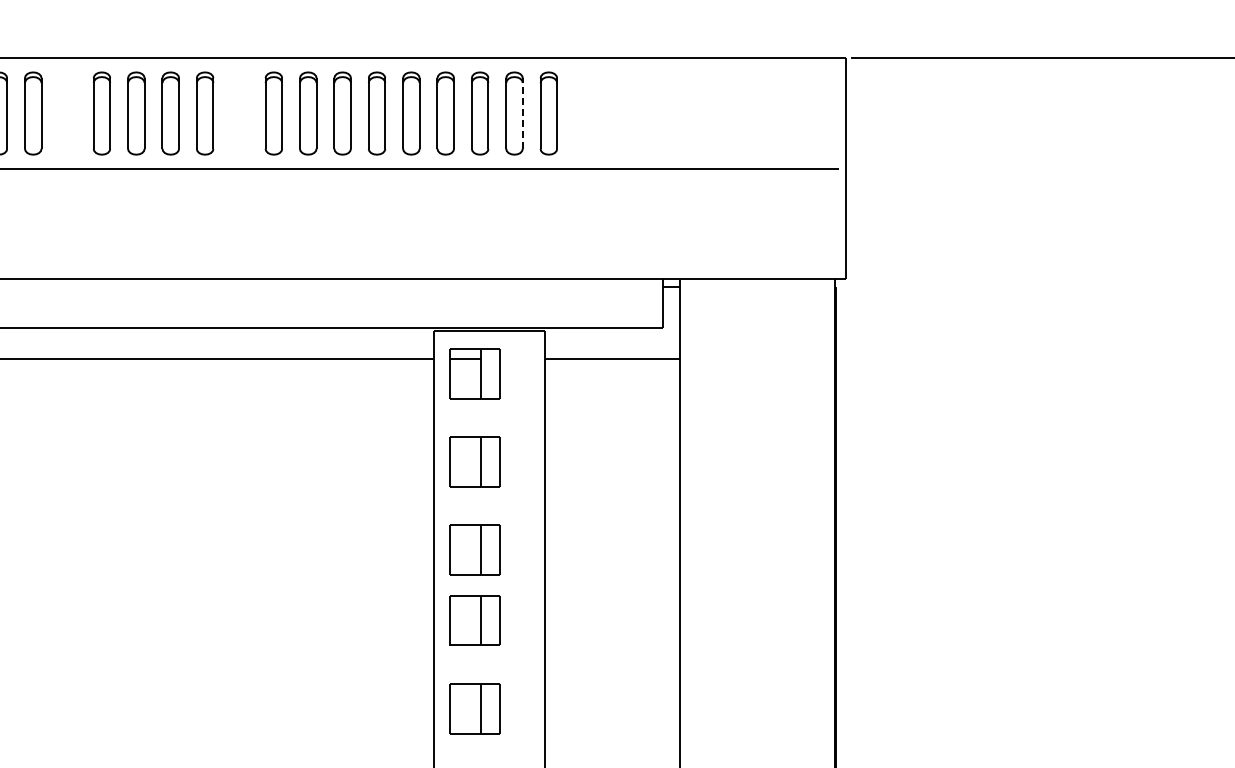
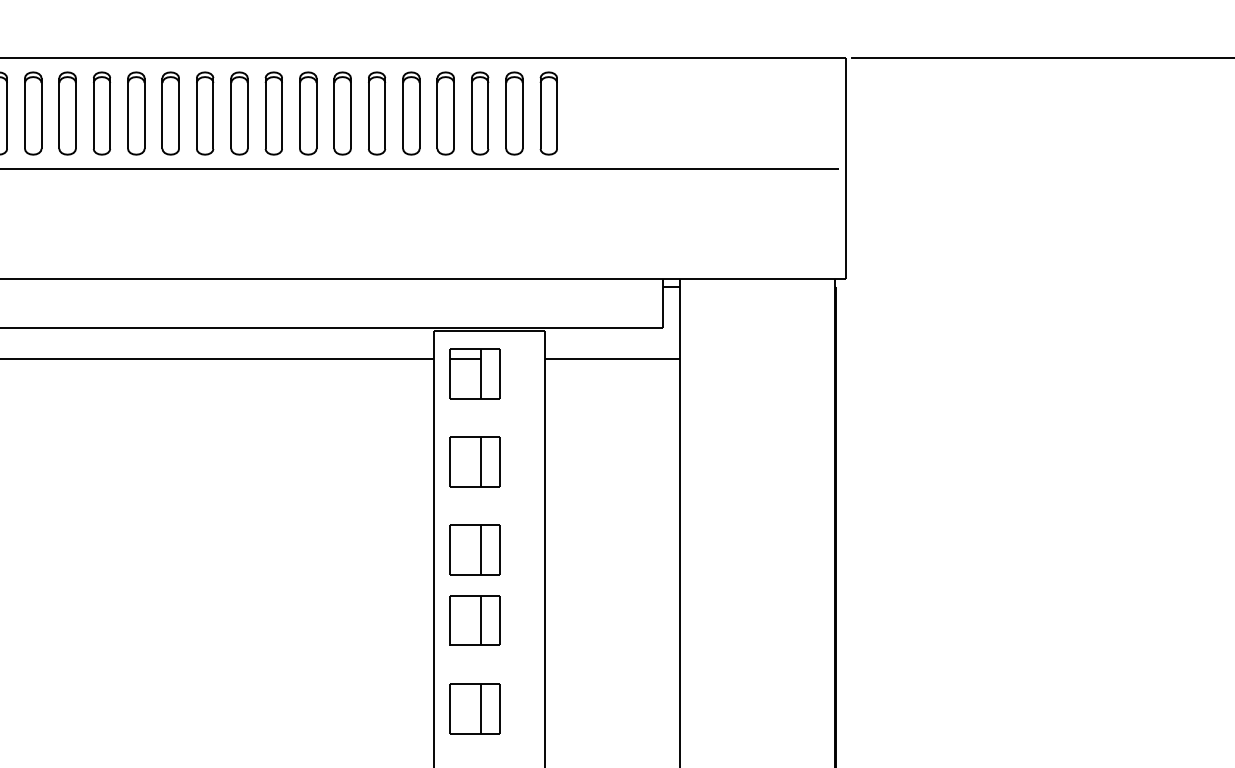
part at (67, 113): none -> present
part at (239, 113): none -> present
line at (522, 113): dashed -> solid
